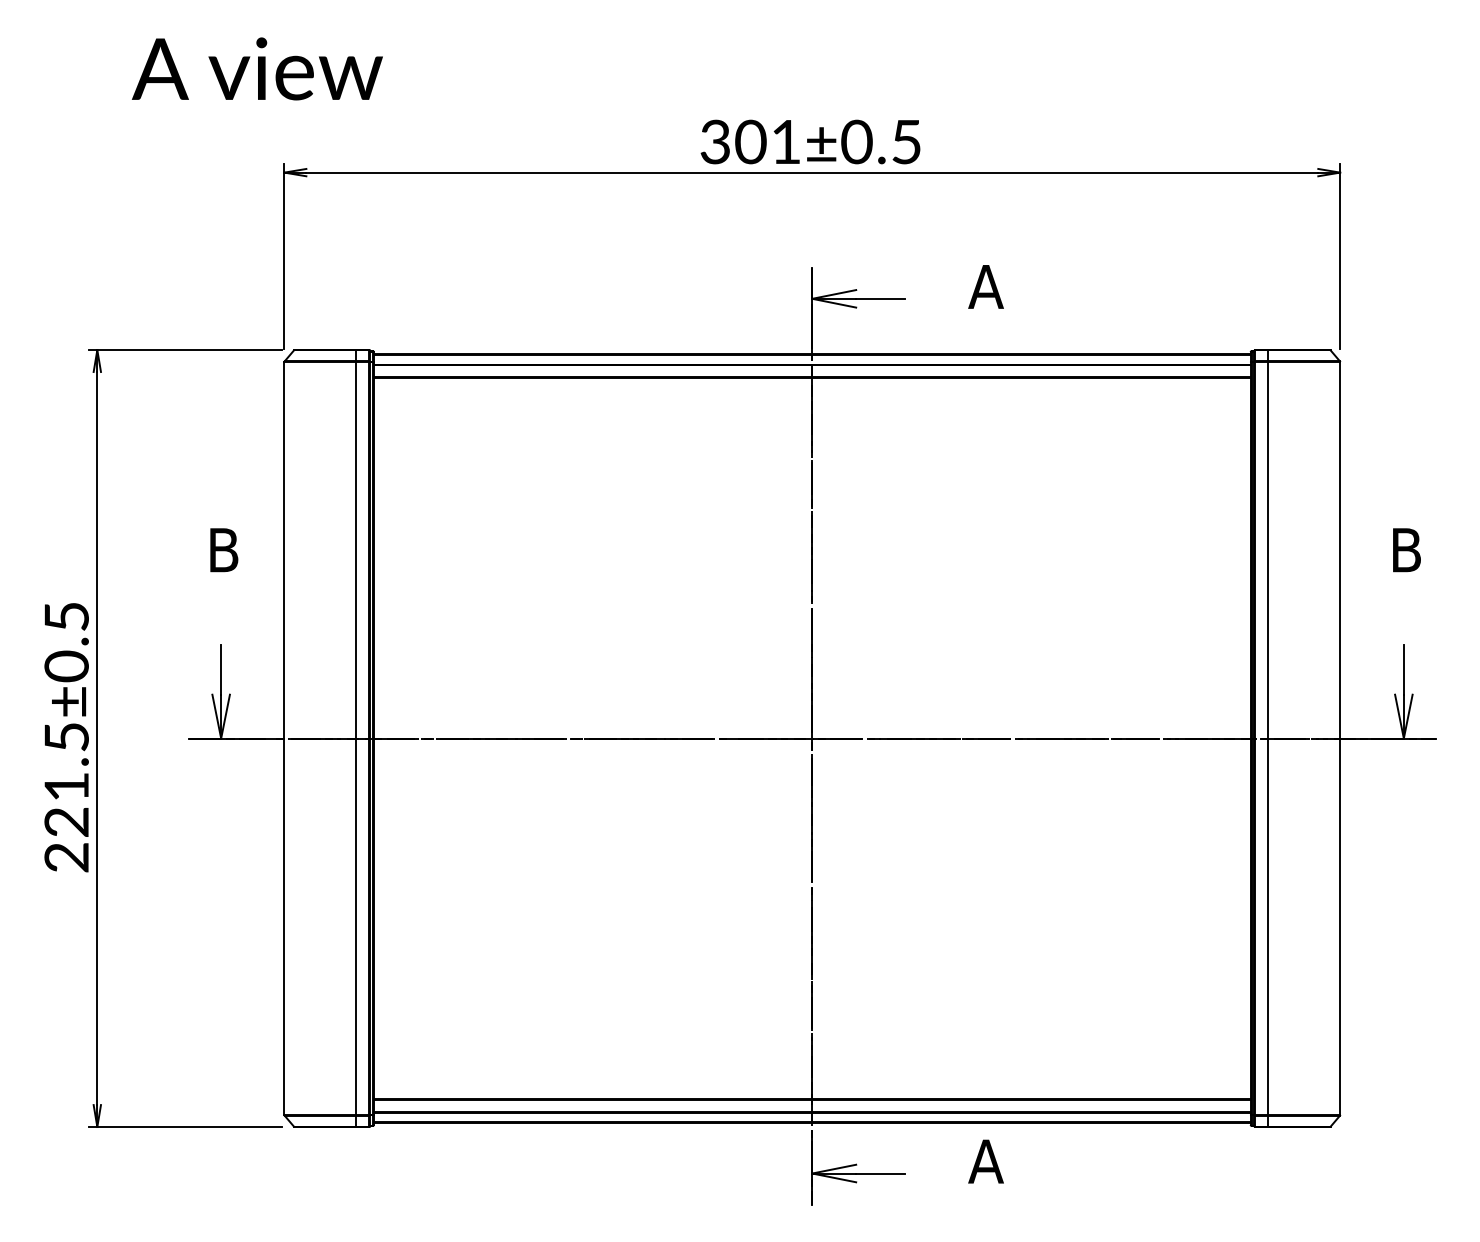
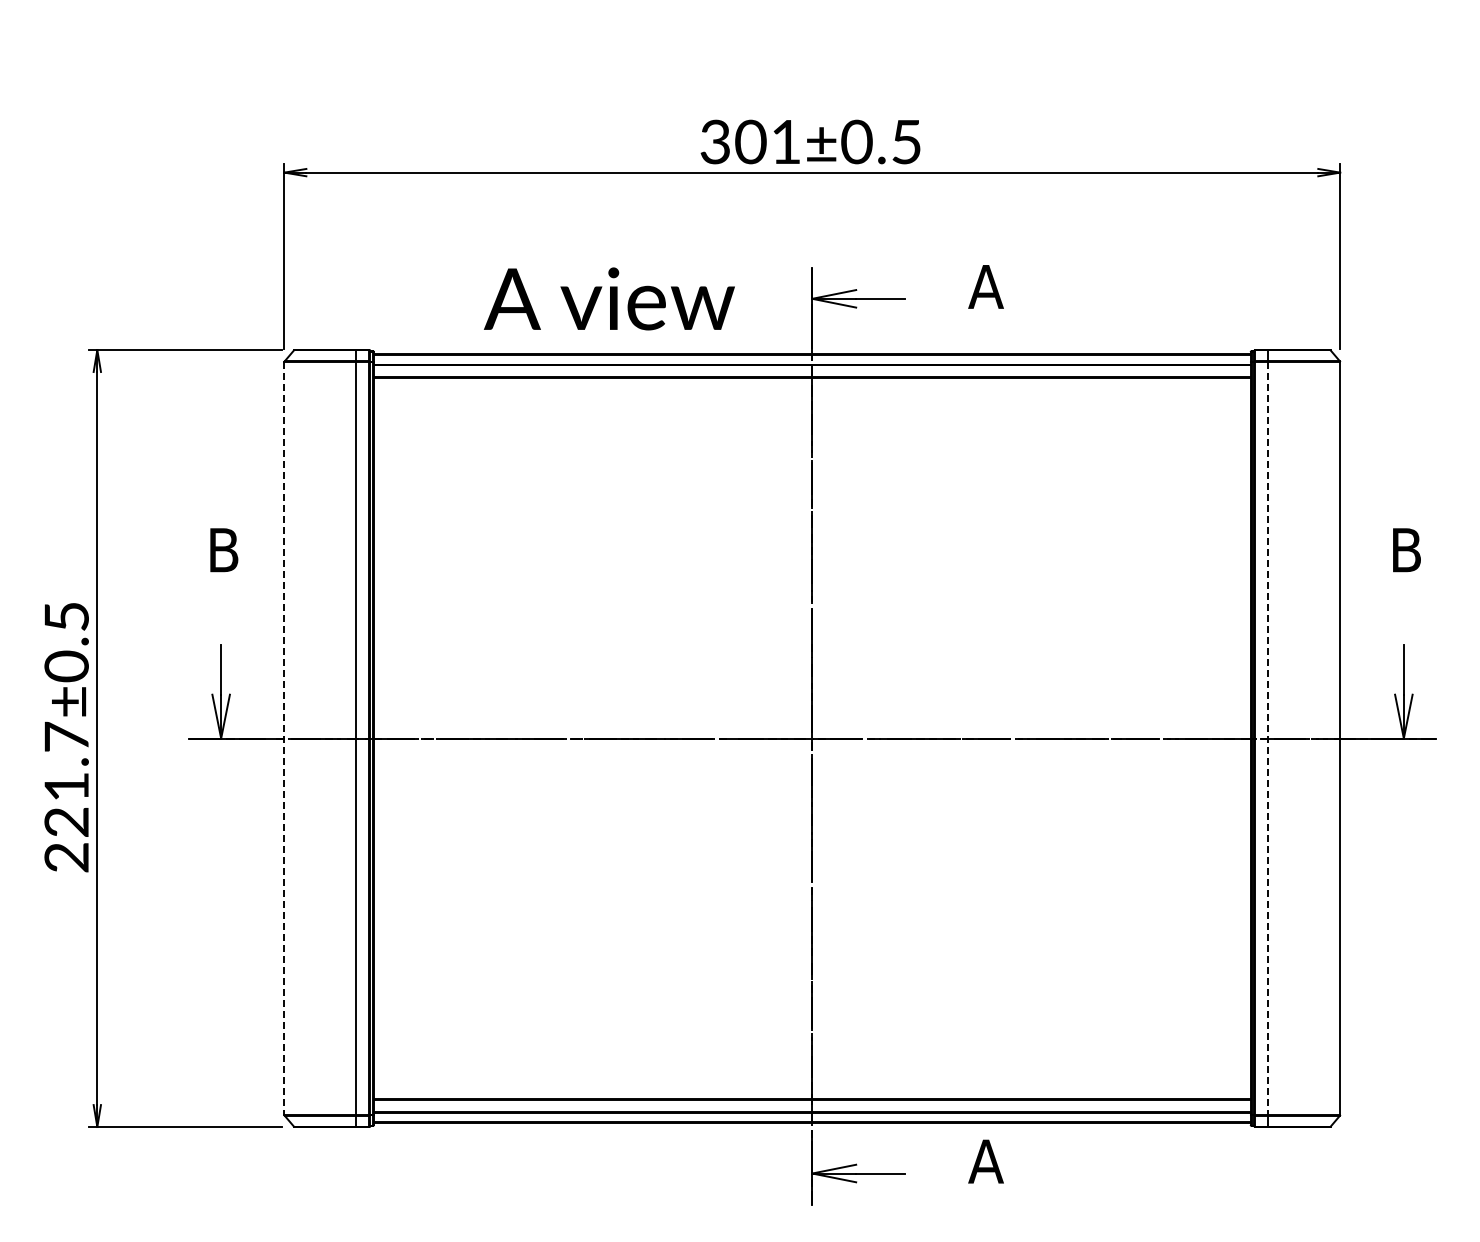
text at (257, 68) position: (257, 68) -> (609, 298)
text at (66, 736): 221.5±0.5 -> 221.7±0.5
line at (284, 739): solid -> dashed
line at (1268, 739): solid -> dashed
